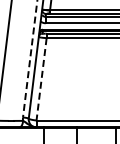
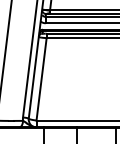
line at (30, 59): dashed -> solid
line at (41, 79): dashed -> solid
